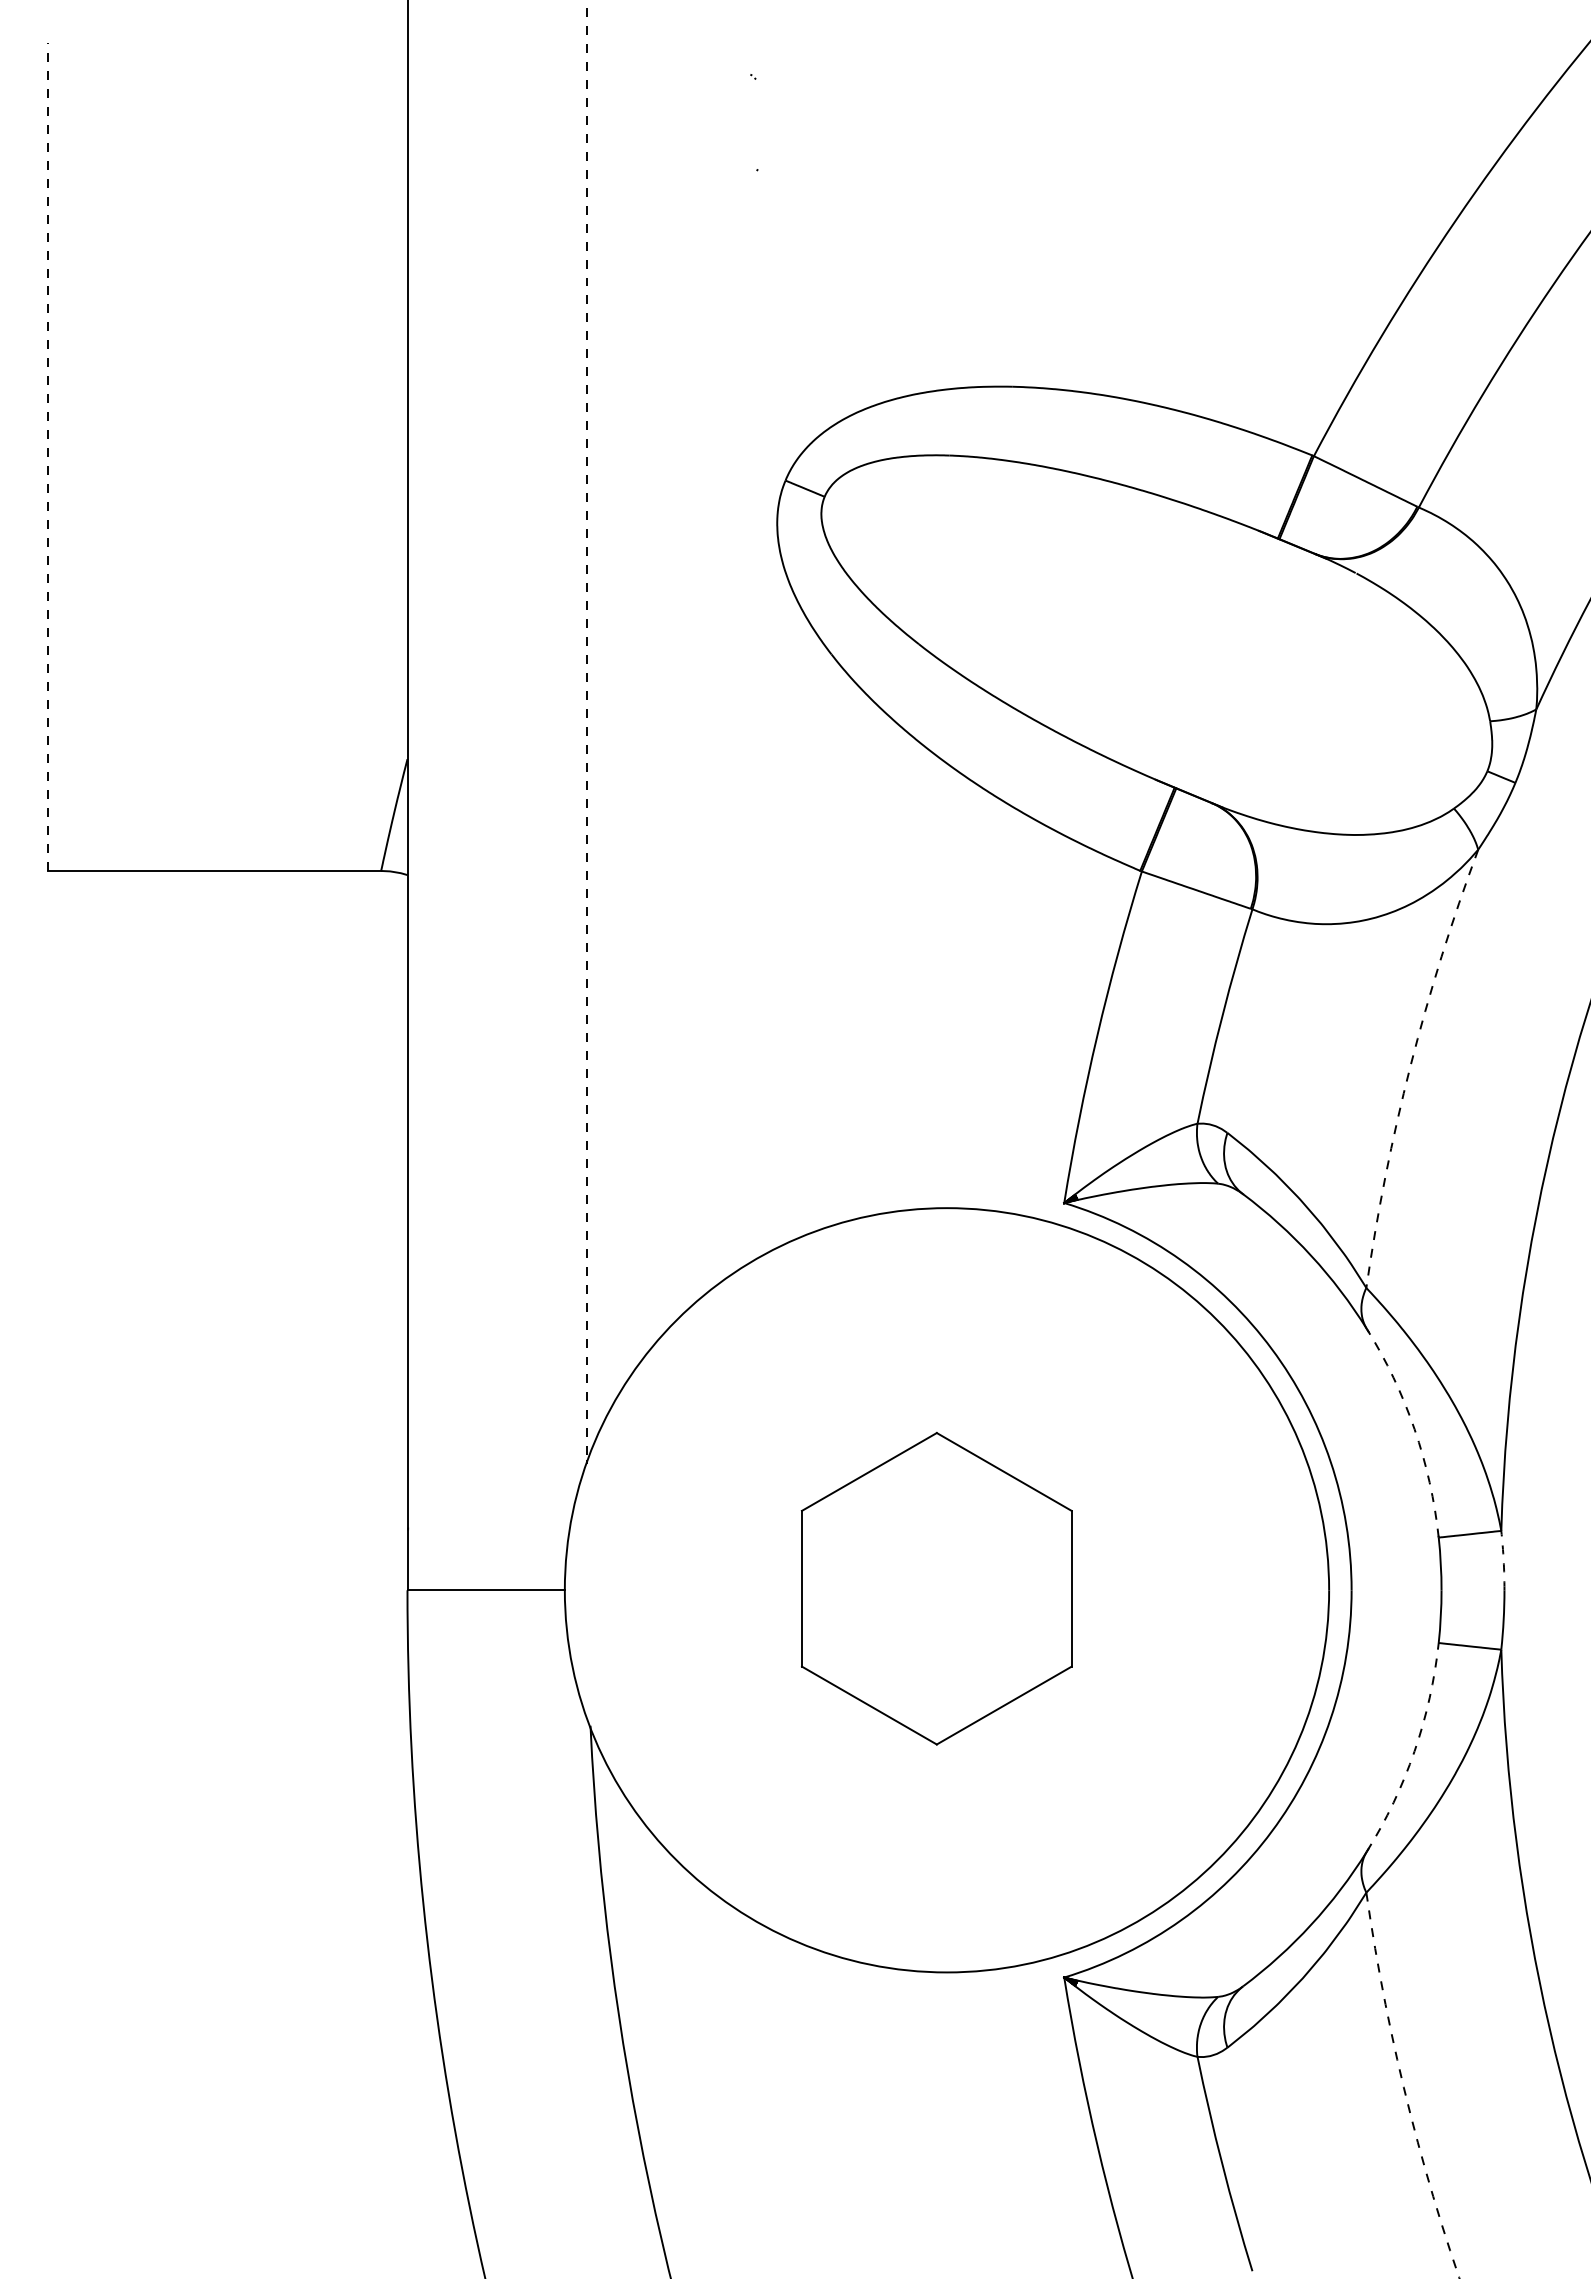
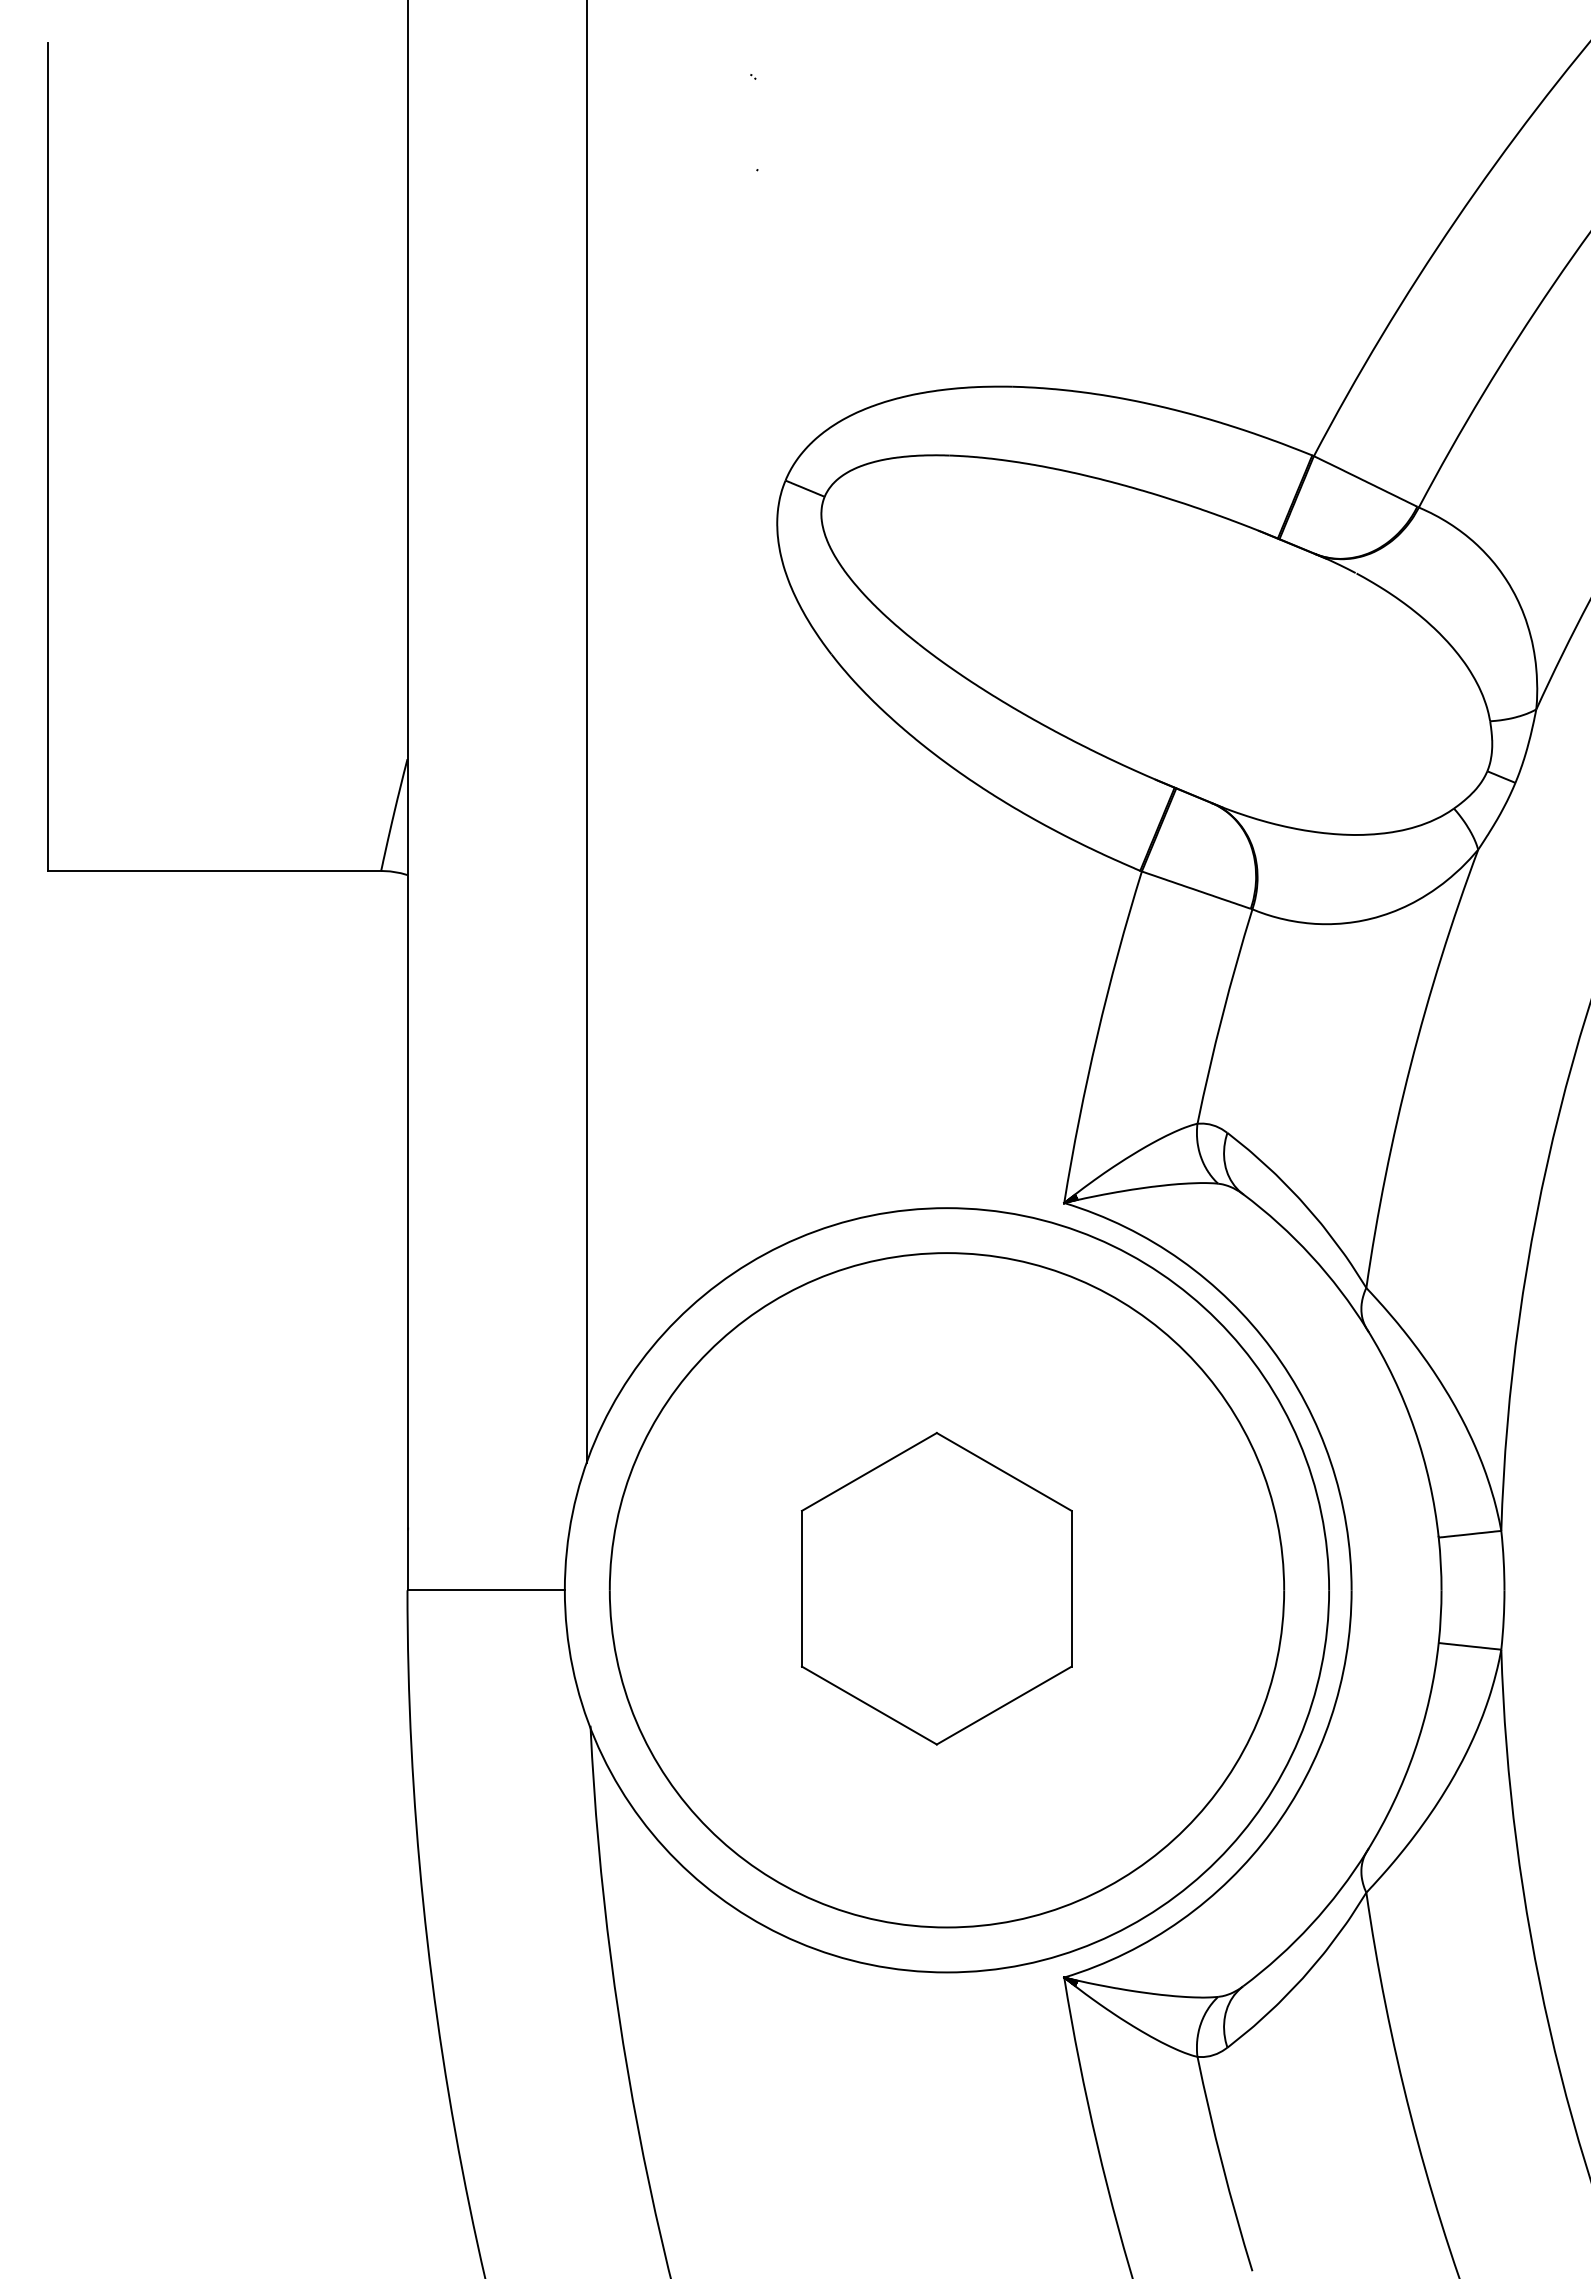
line at (47, 456): dashed -> solid
line at (587, 731): dashed -> solid
arc at (1410, 1065): dashed -> solid
arc at (1414, 1429): dashed -> solid
arc at (1503, 1560): dashed -> solid
part at (946, 1590): none -> present
arc at (1414, 1751): dashed -> solid
arc at (1404, 2088): dashed -> solid
